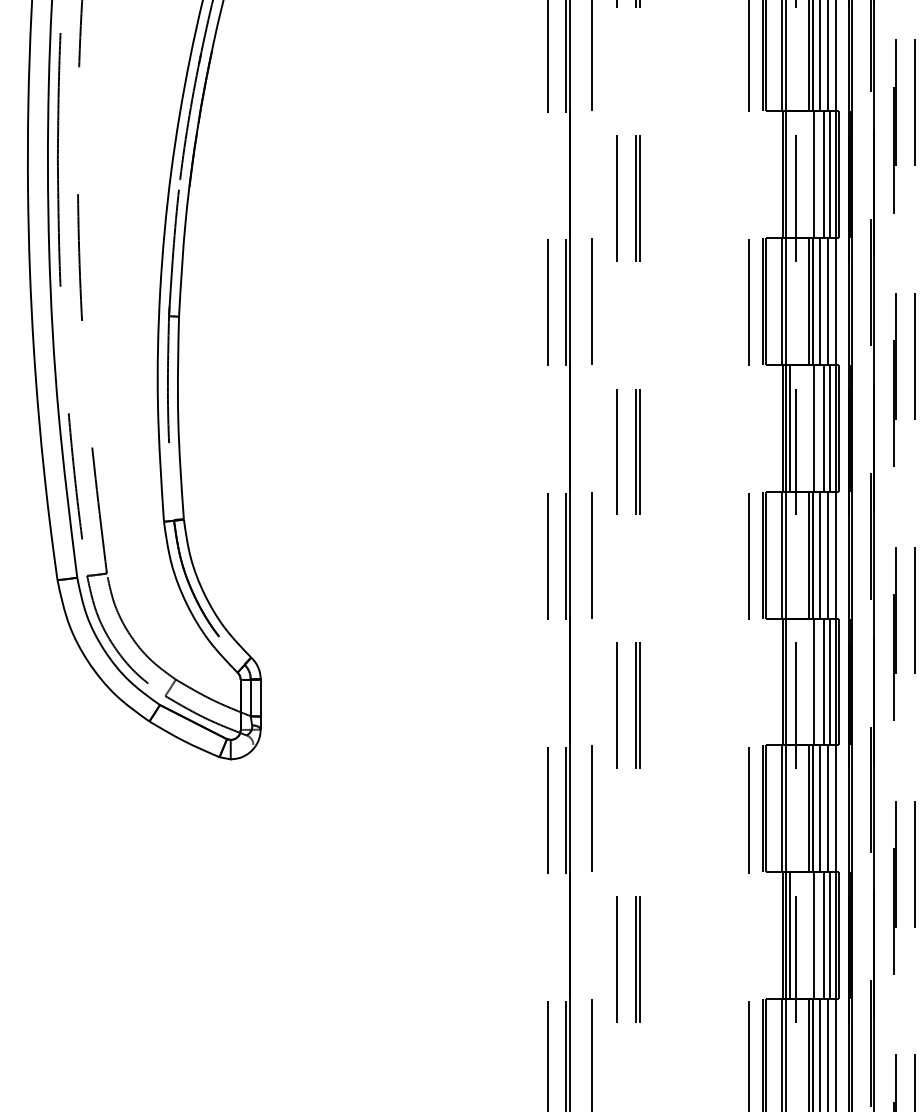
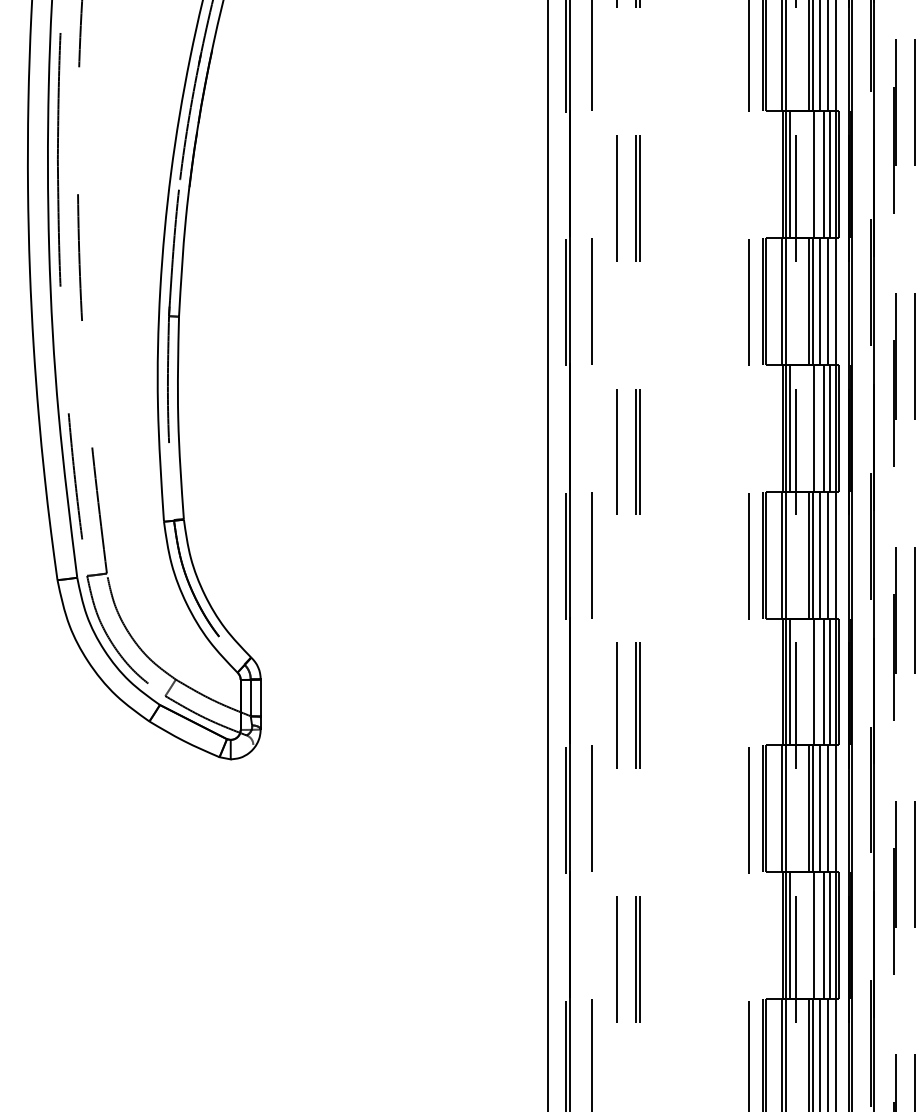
line at (790, 173): none -> present
line at (547, 555): dashed -> solid
line at (790, 681): none -> present
